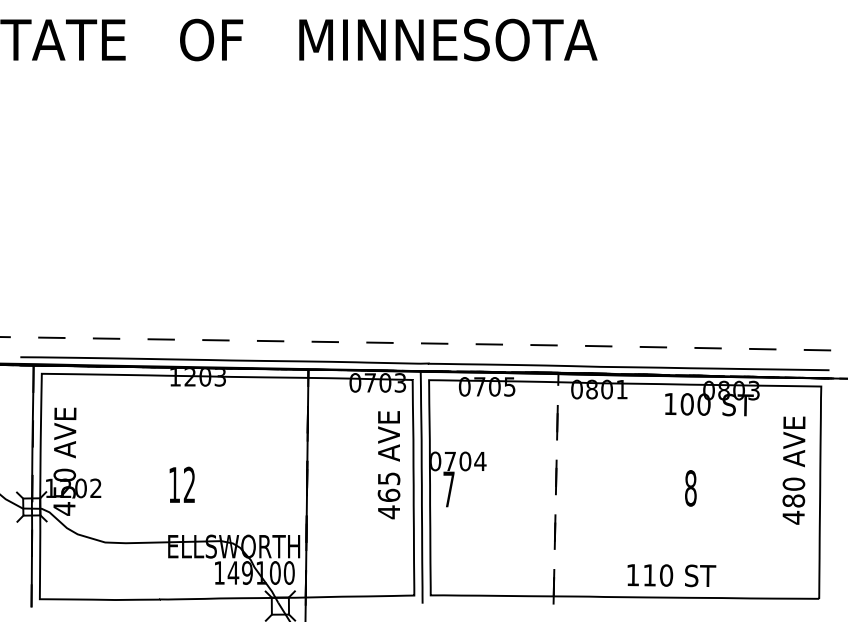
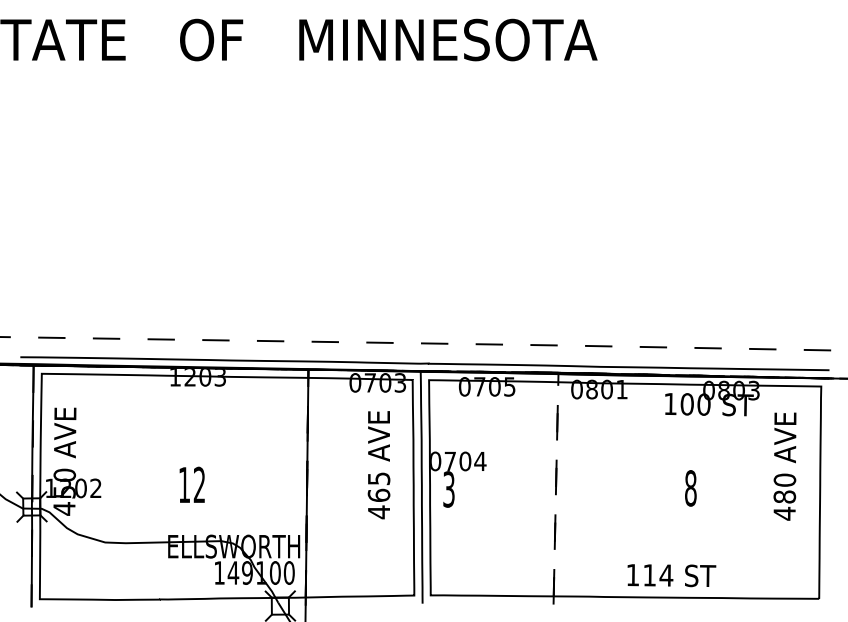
text at (388, 465) position: (388, 465) -> (378, 465)
text at (793, 470) position: (793, 470) -> (784, 466)
text at (181, 484) position: (181, 484) -> (191, 484)
text at (448, 489): 7 -> 3
text at (666, 575): 110 -> 114
